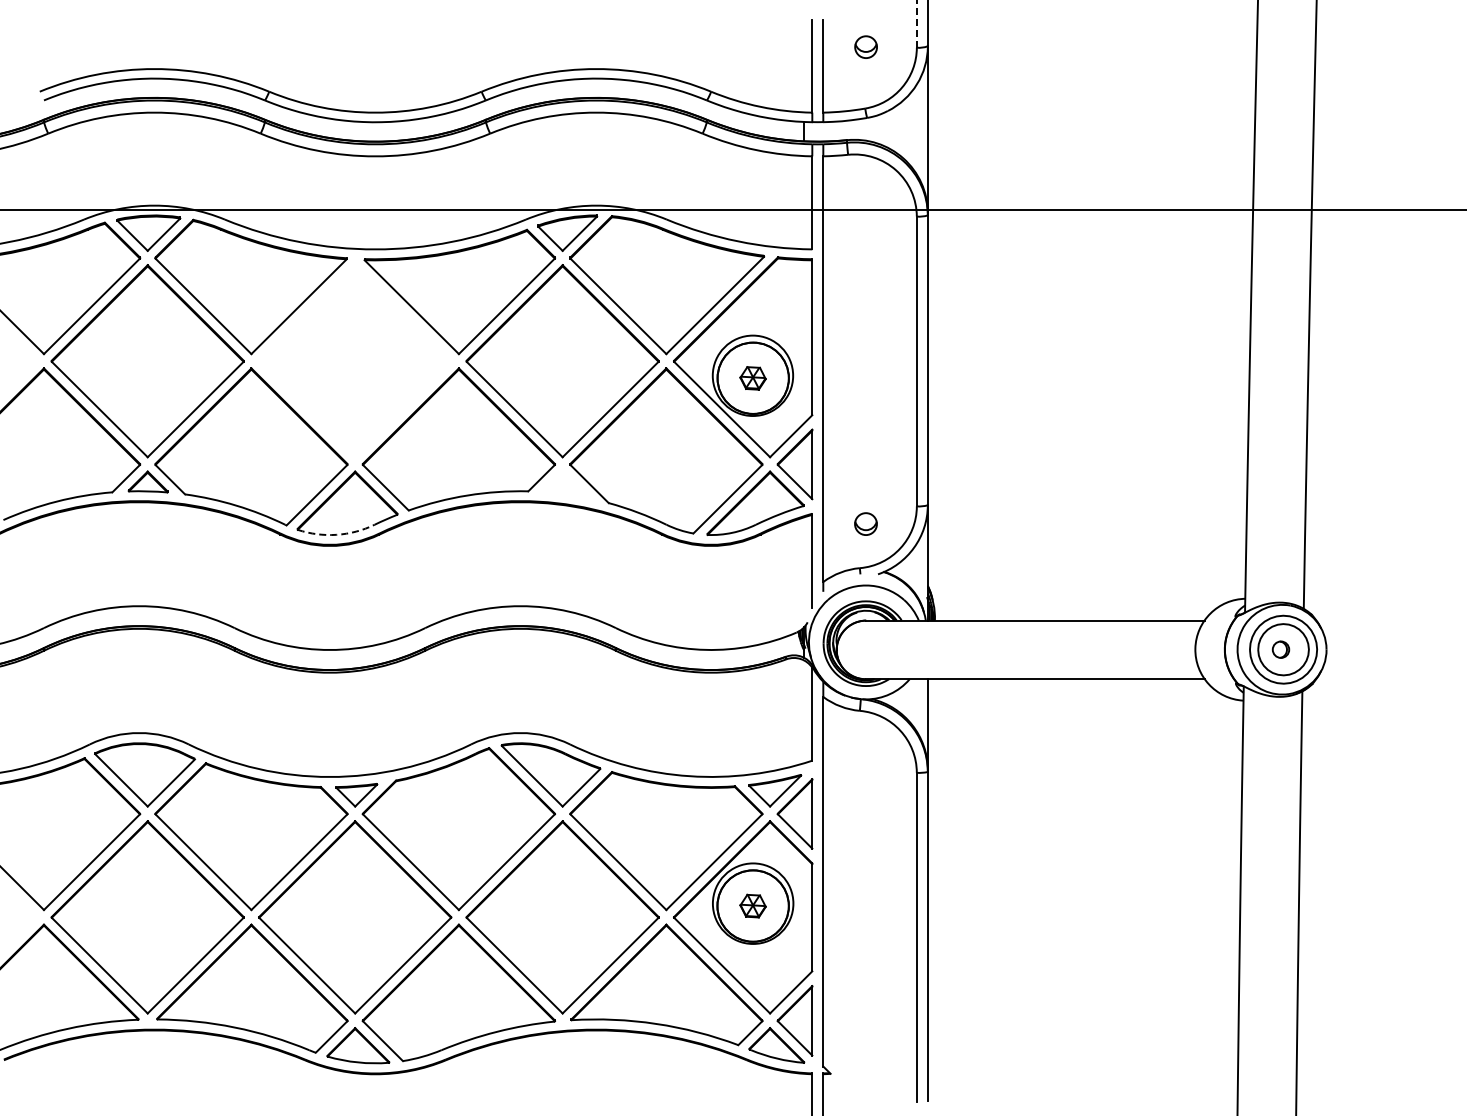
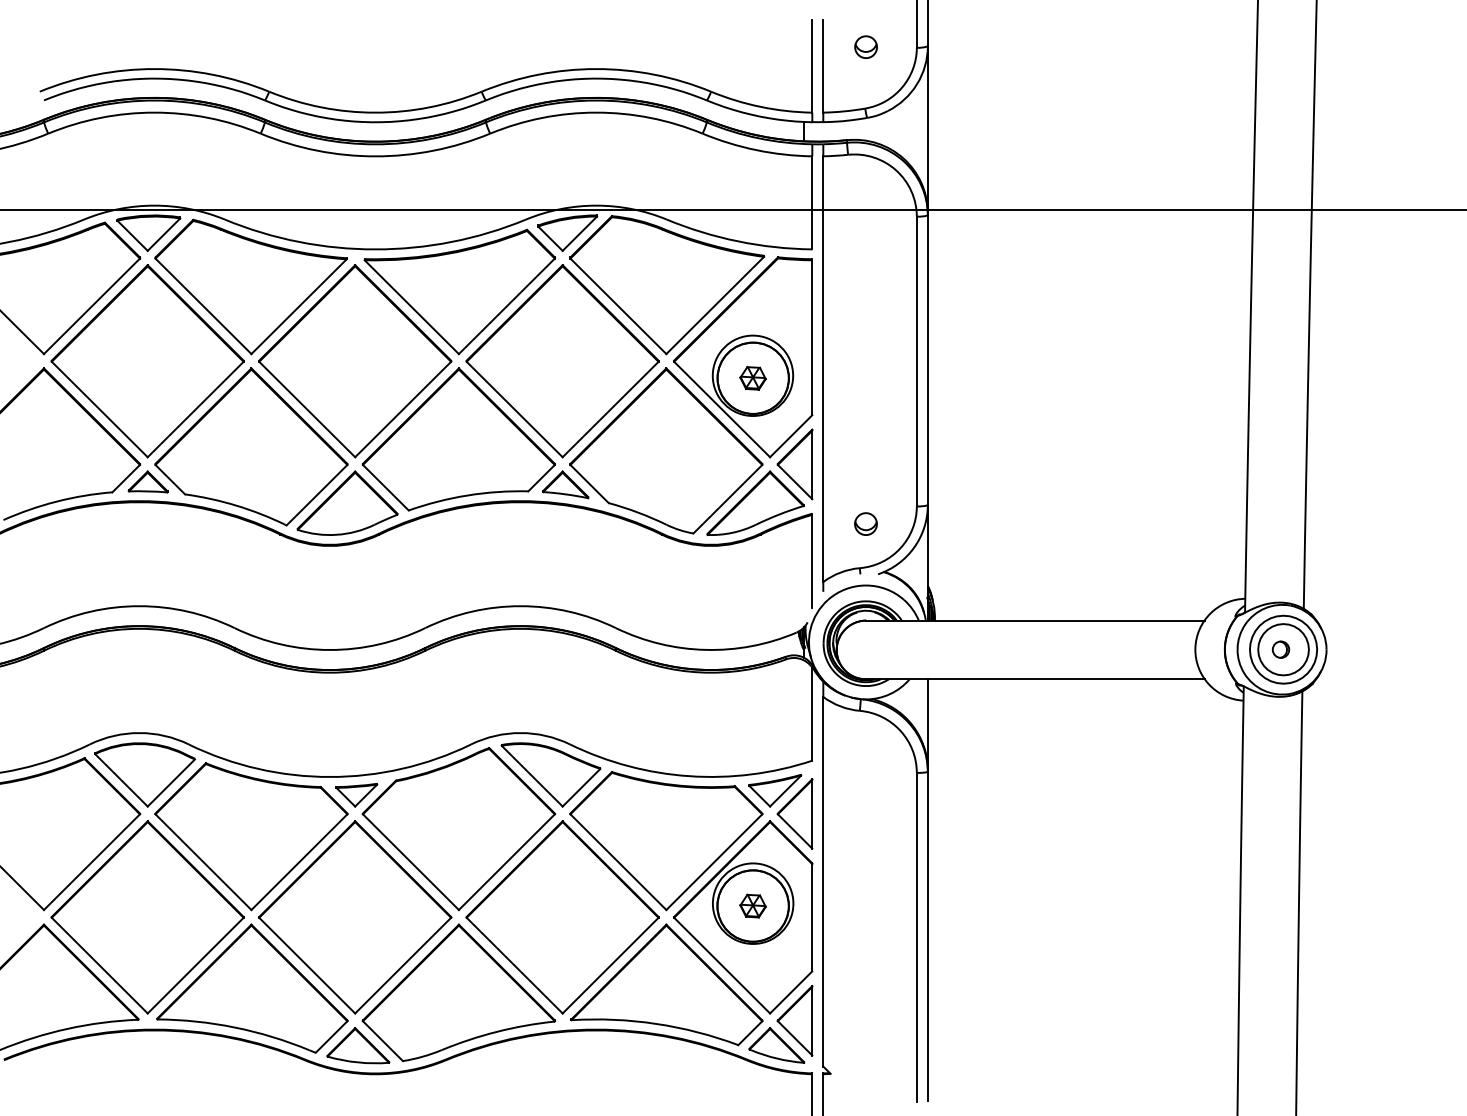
line at (916, 23): dashed -> solid
part at (355, 361): none -> present
part at (565, 484): none -> present
arc at (336, 534): dashed -> solid
